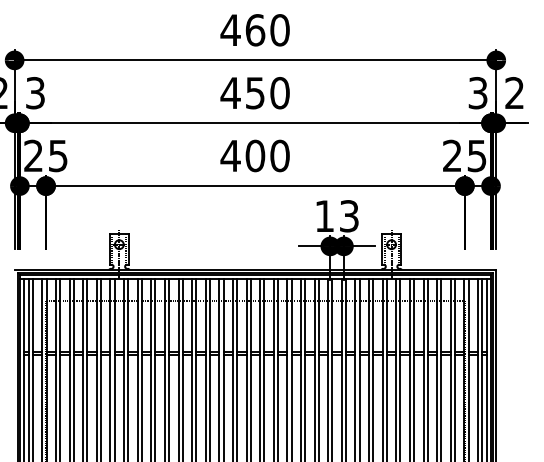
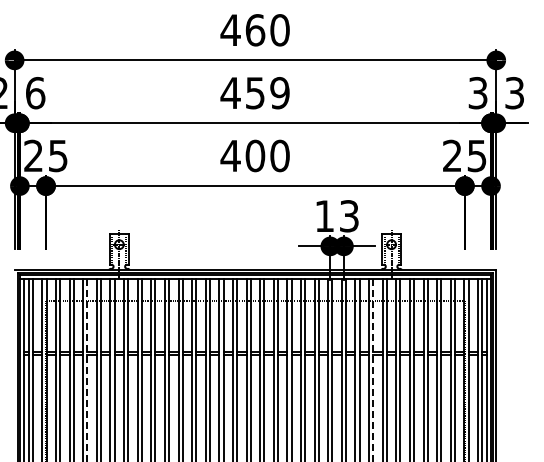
text at (35, 93): 3 -> 6
text at (279, 93): 450 -> 459
text at (514, 93): 2 -> 3
line at (87, 370): solid -> dashed
line at (373, 370): solid -> dashed
